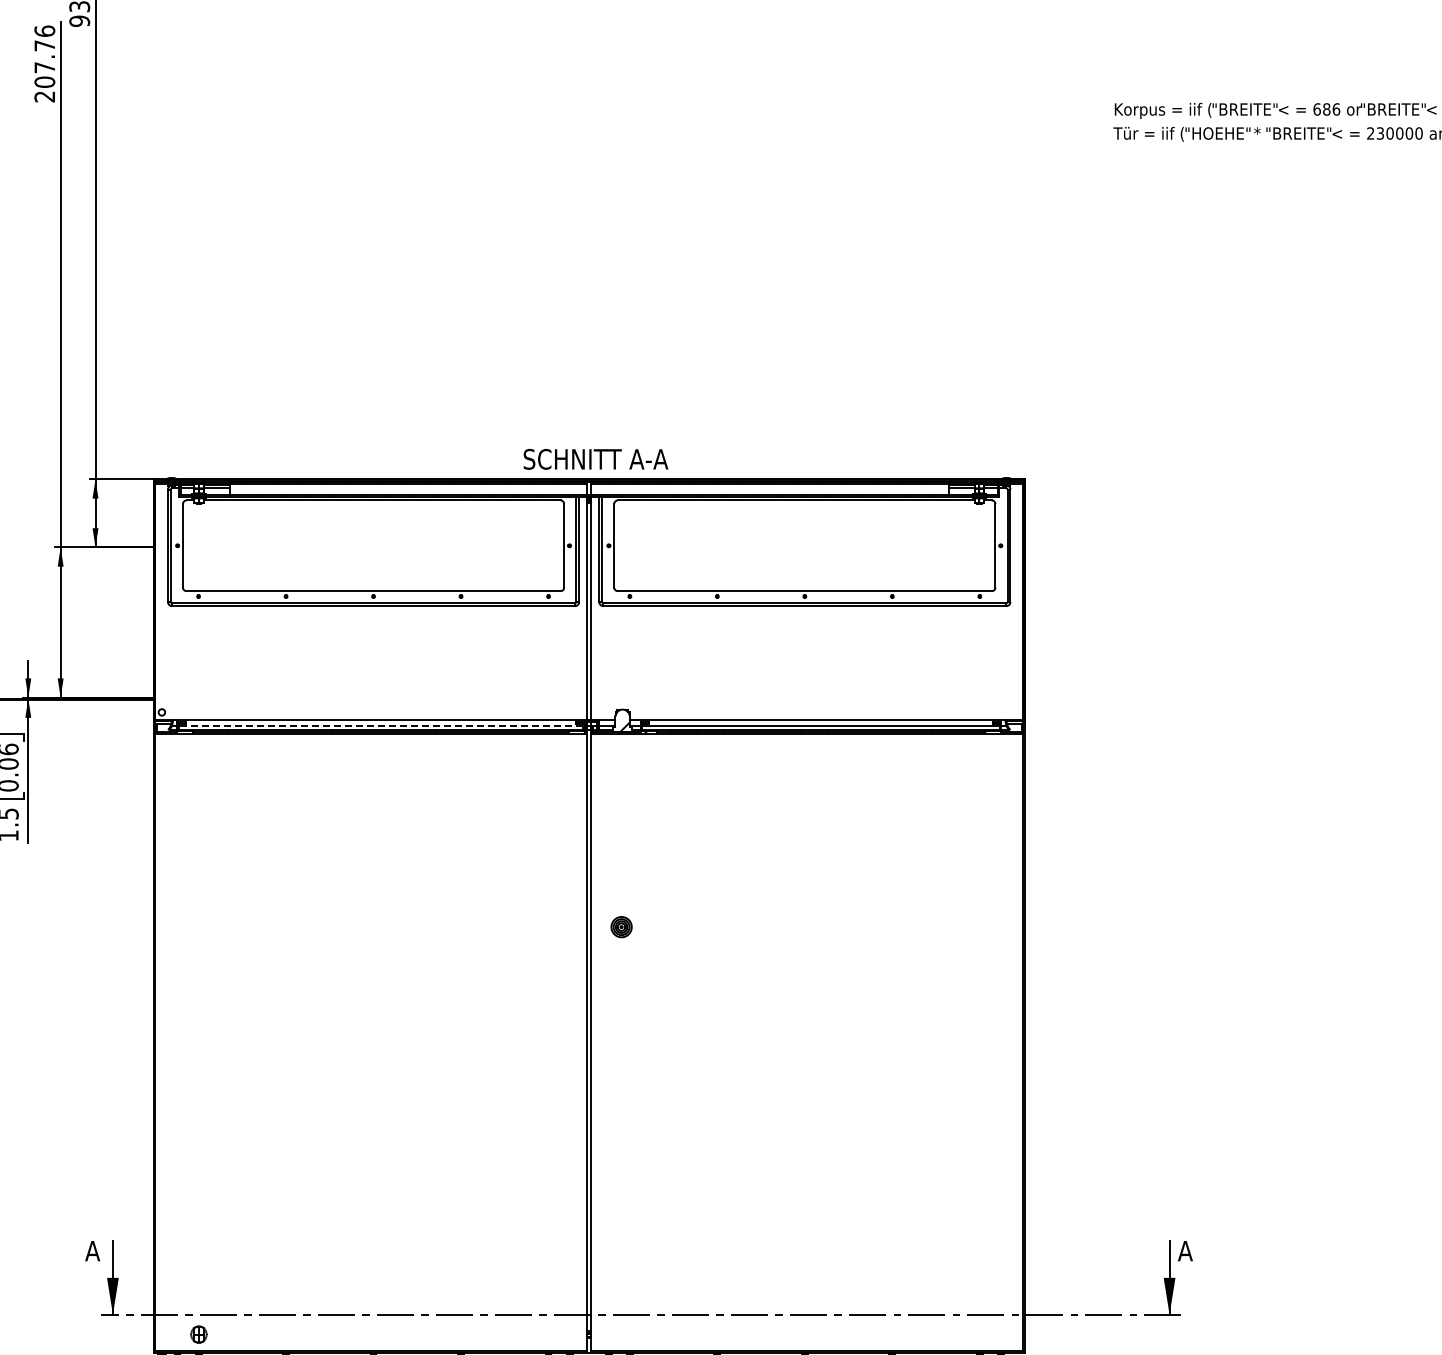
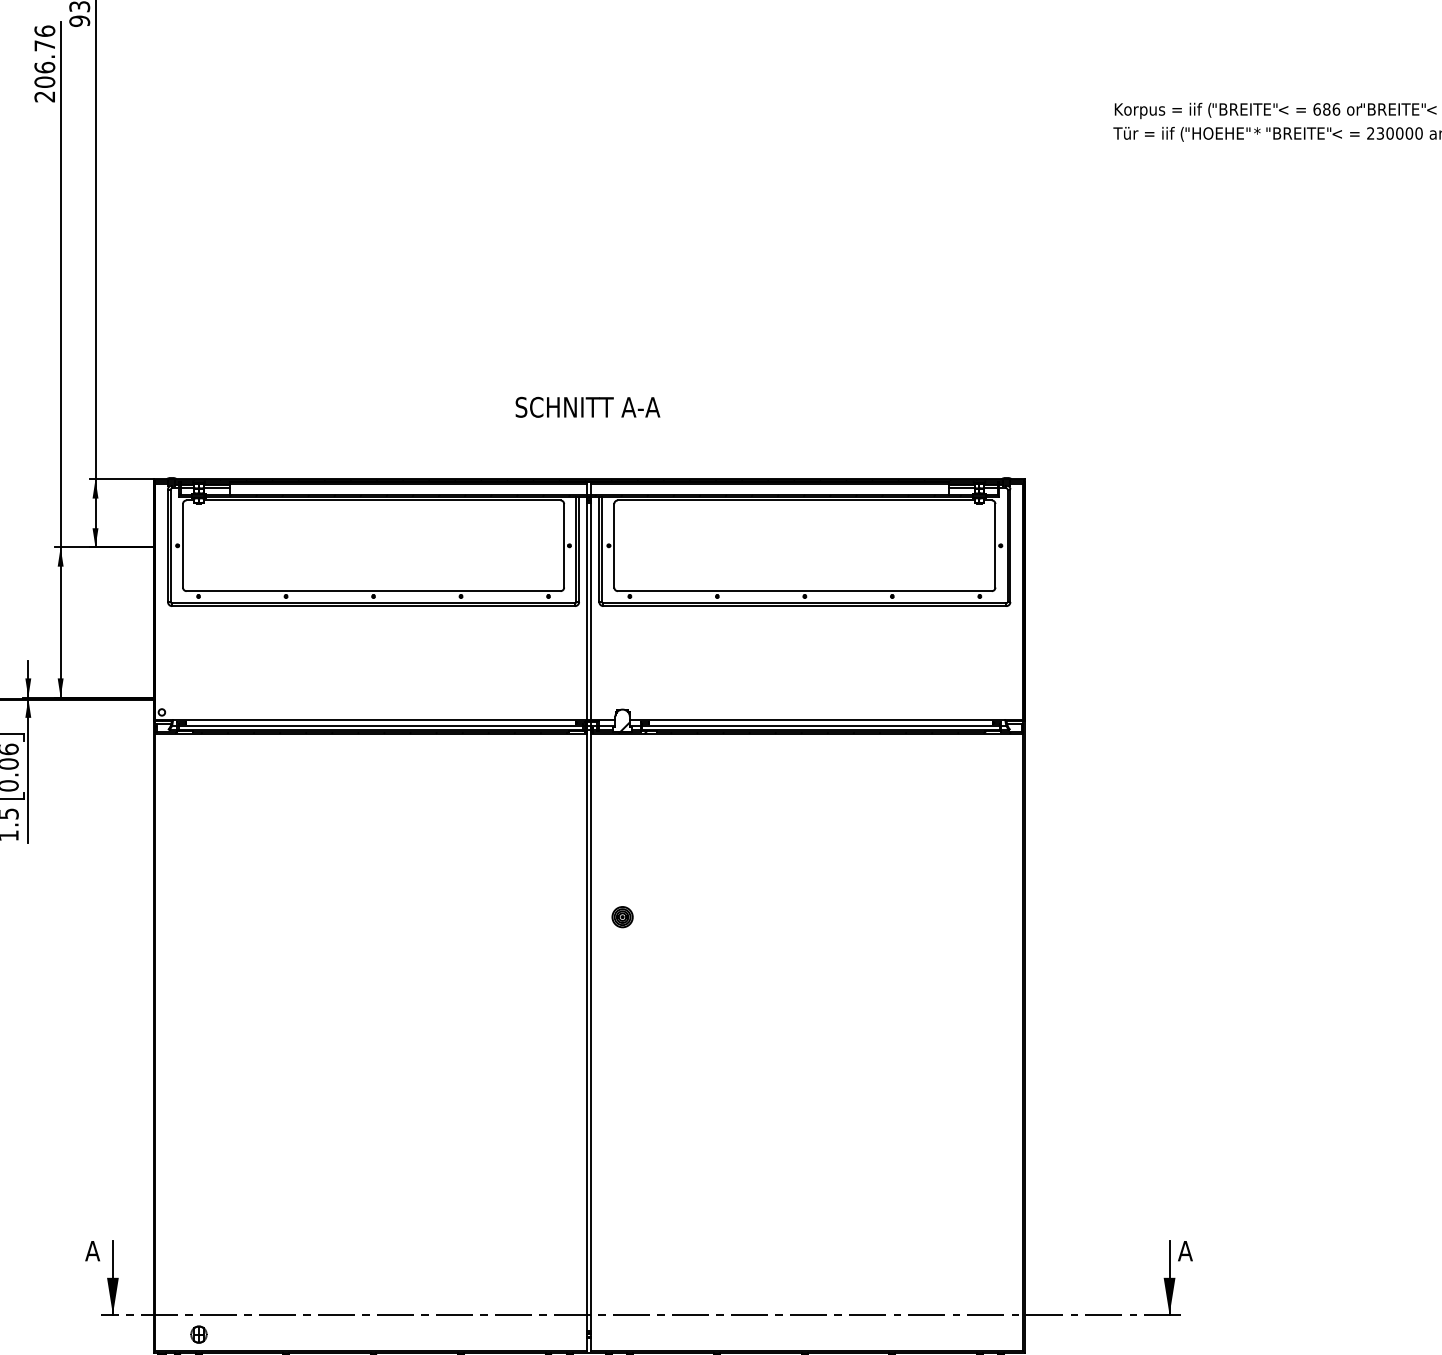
text at (44, 67): 207.76 -> 206.76
text at (595, 458) position: (595, 458) -> (587, 406)
line at (380, 725): dashed -> solid
part at (621, 927) position: (621, 927) -> (622, 917)
